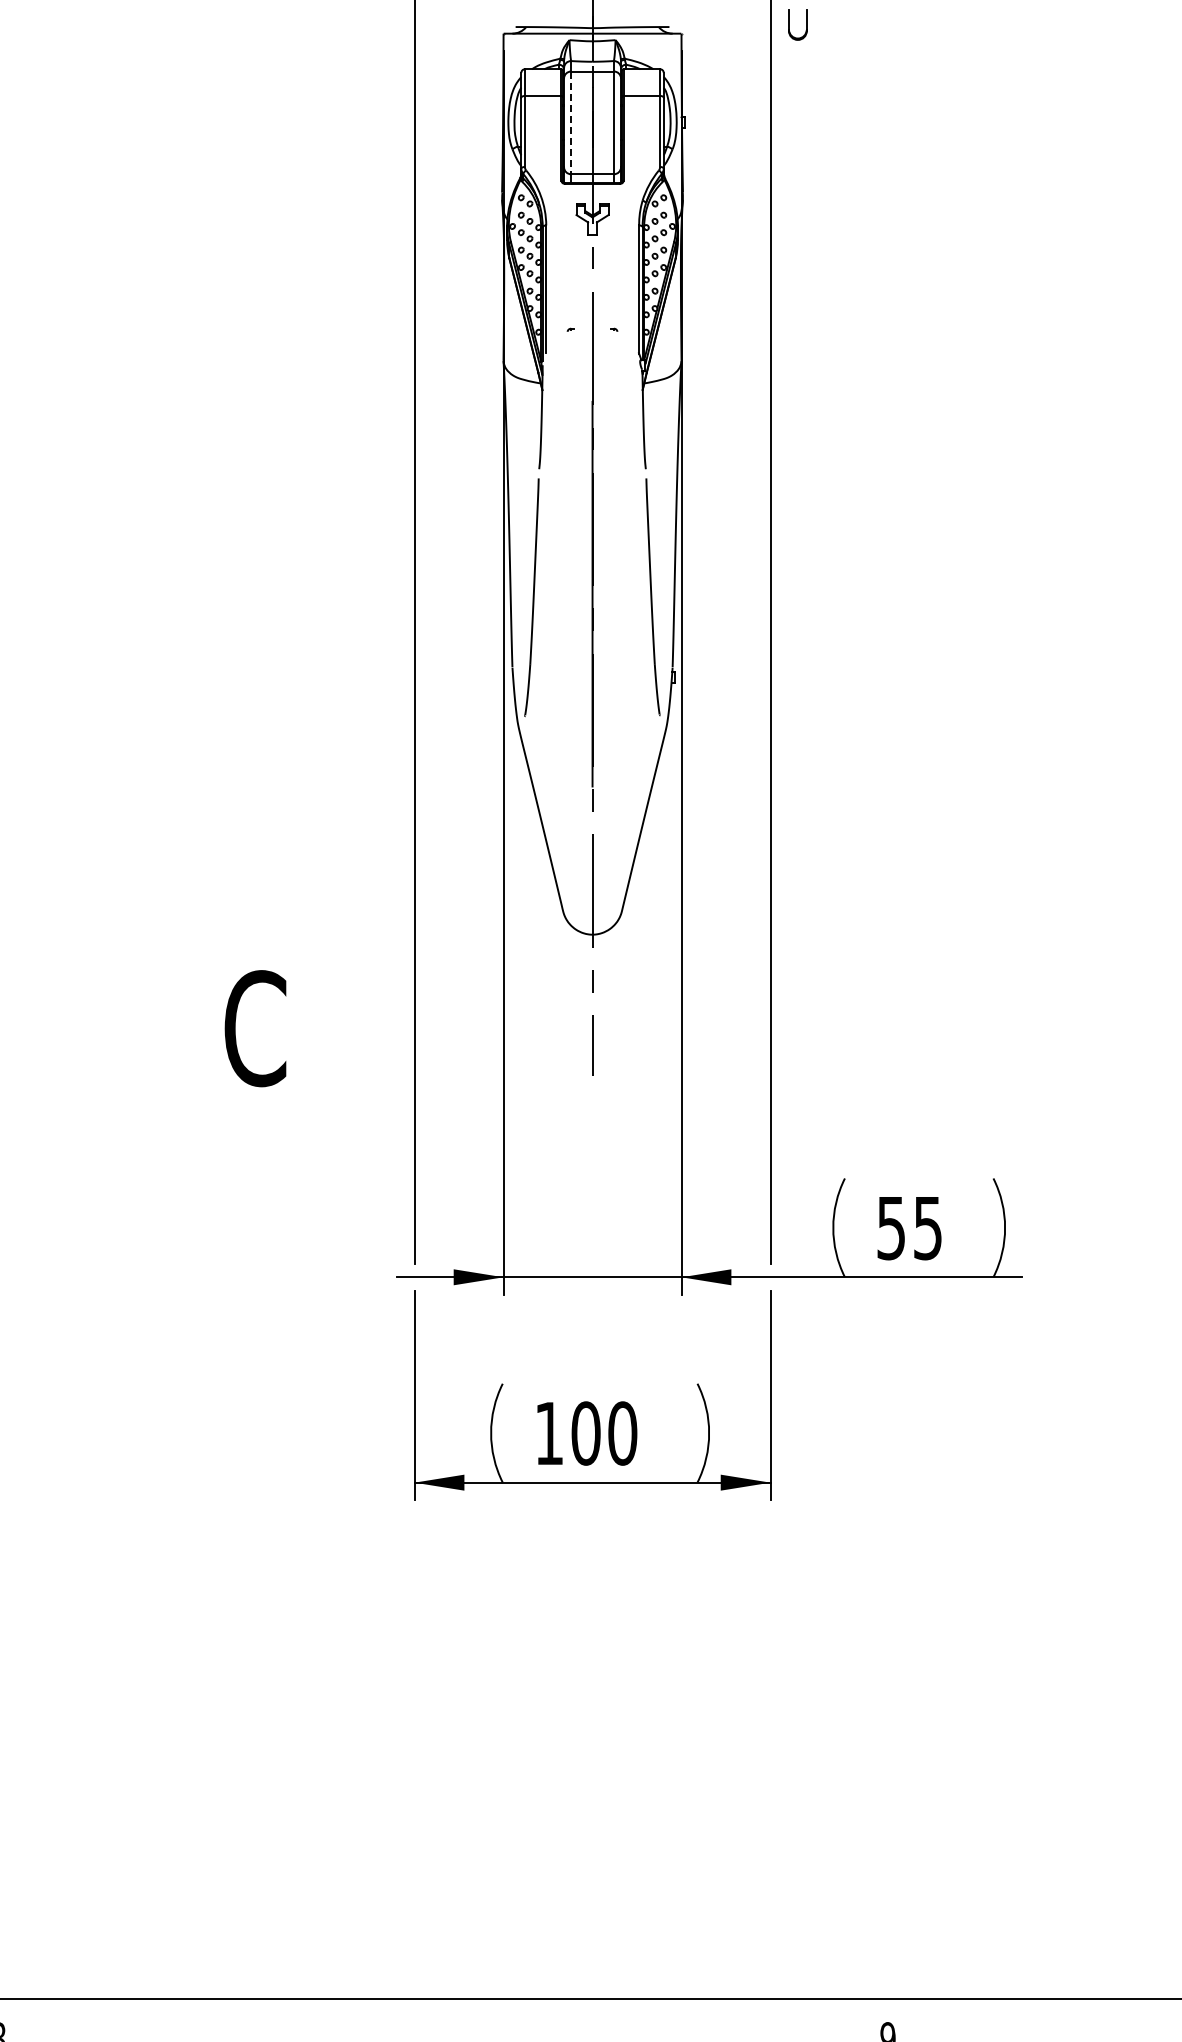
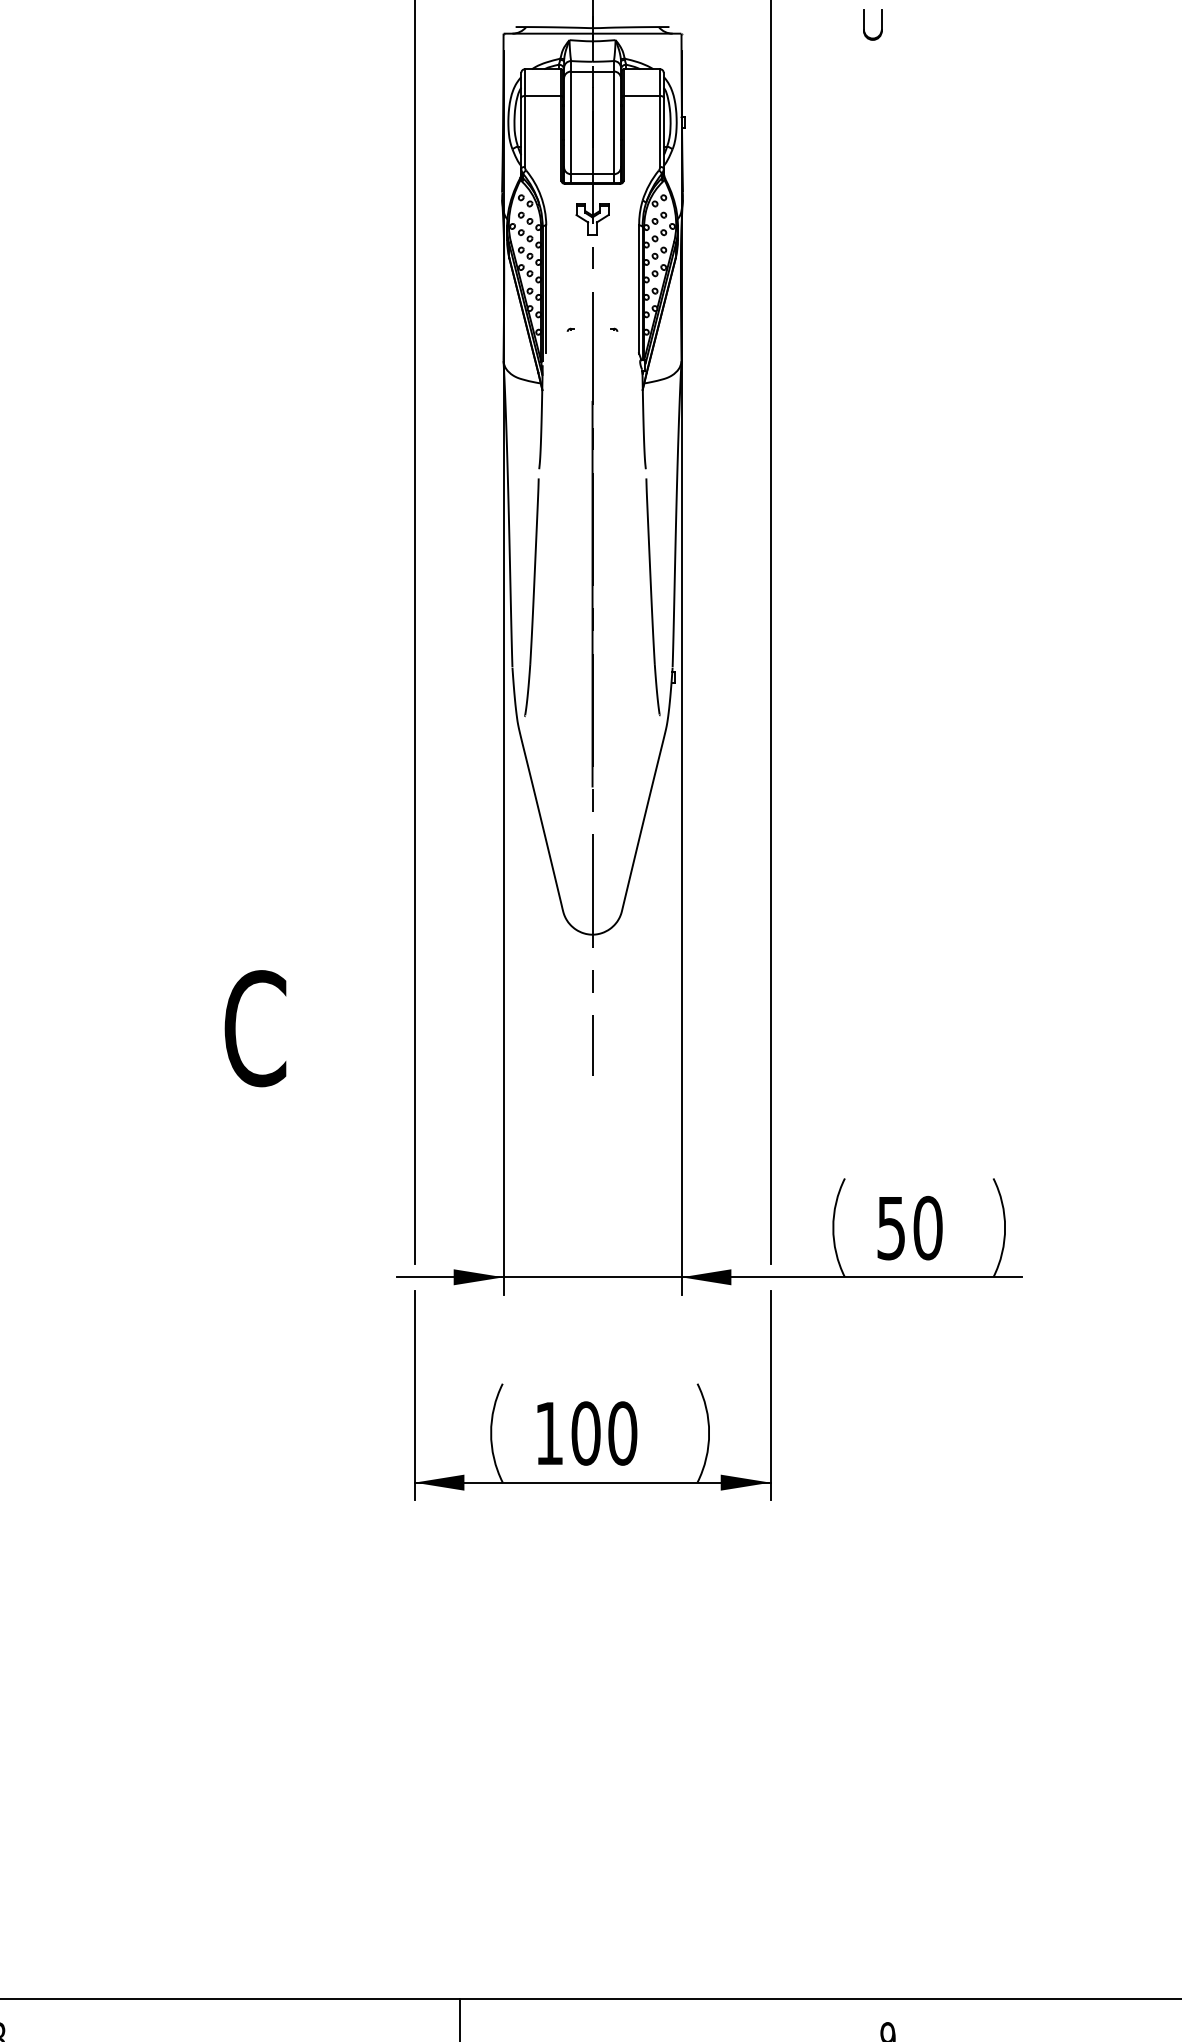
part at (789, 24) position: (789, 24) -> (864, 24)
line at (571, 123): dashed -> solid
text at (927, 1227): 55 -> 50
line at (459, 2018): none -> present
